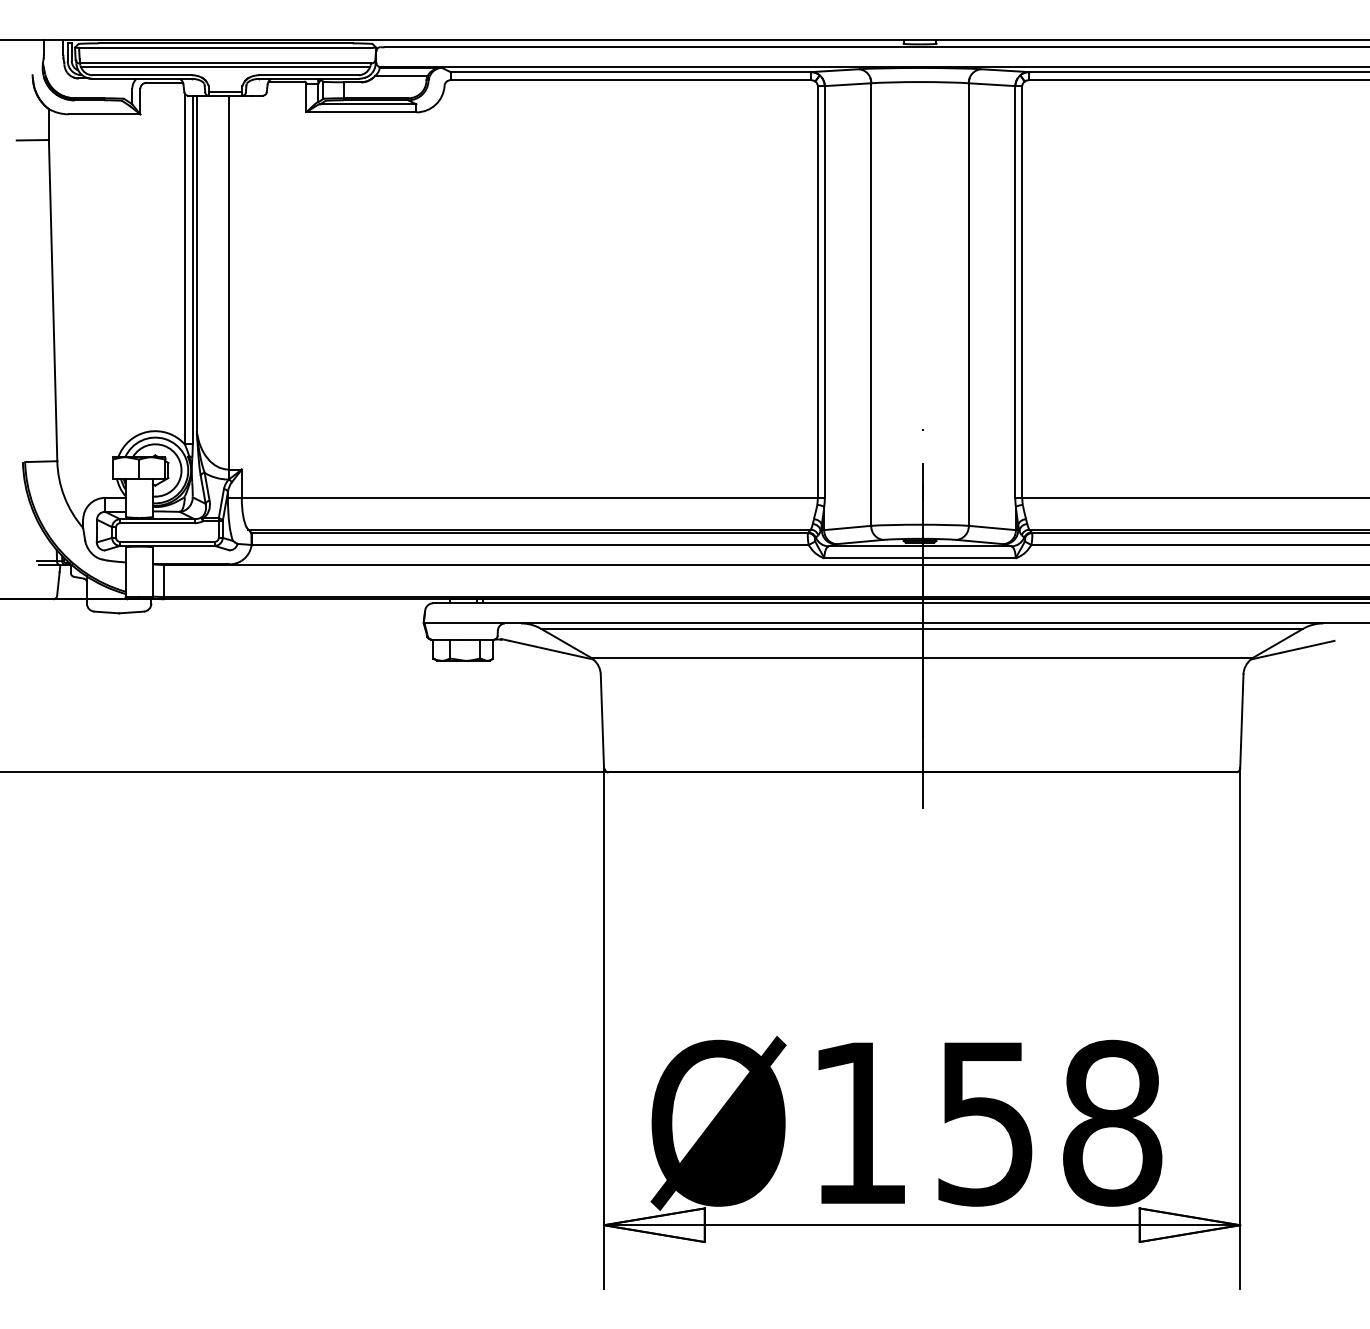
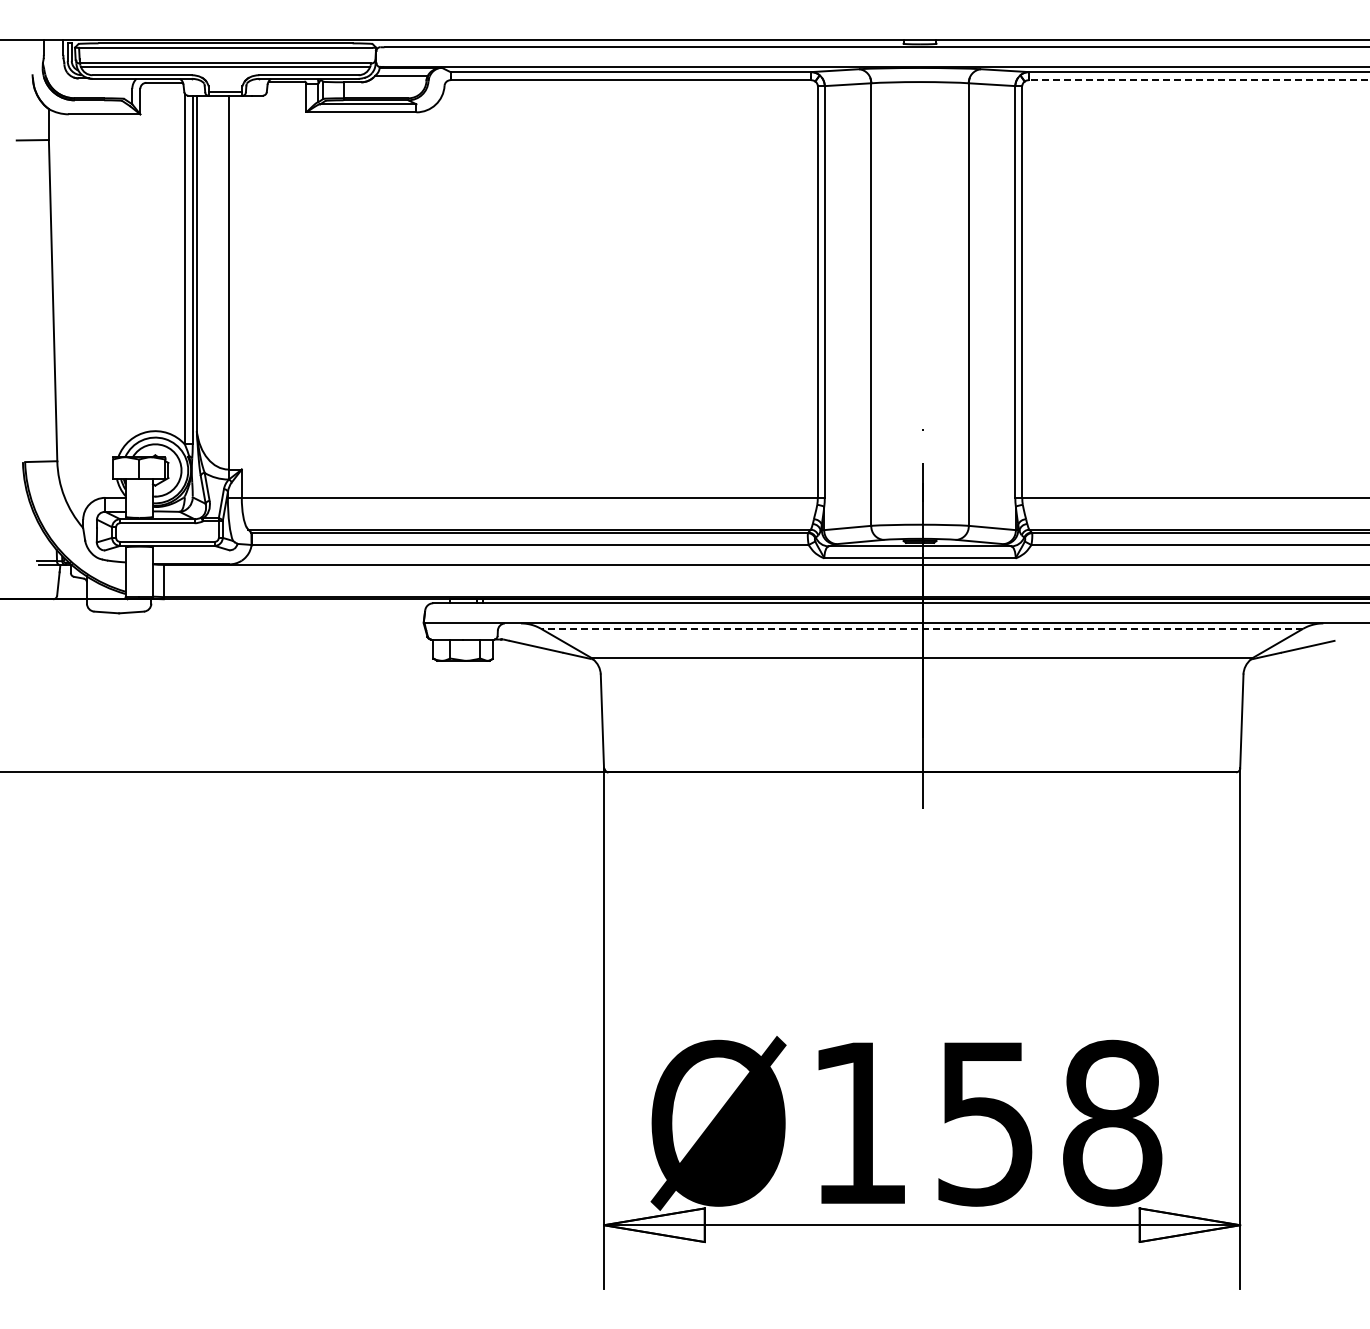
line at (1198, 80): solid -> dashed
line at (921, 628): solid -> dashed
